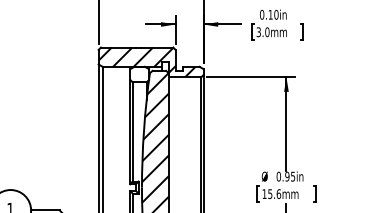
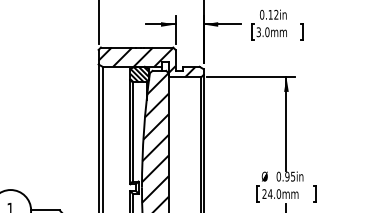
text at (276, 14): 0.10in -> 0.12in
hatch at (139, 74): none -> present
text at (271, 194): 15.6mm -> 24.0mm
